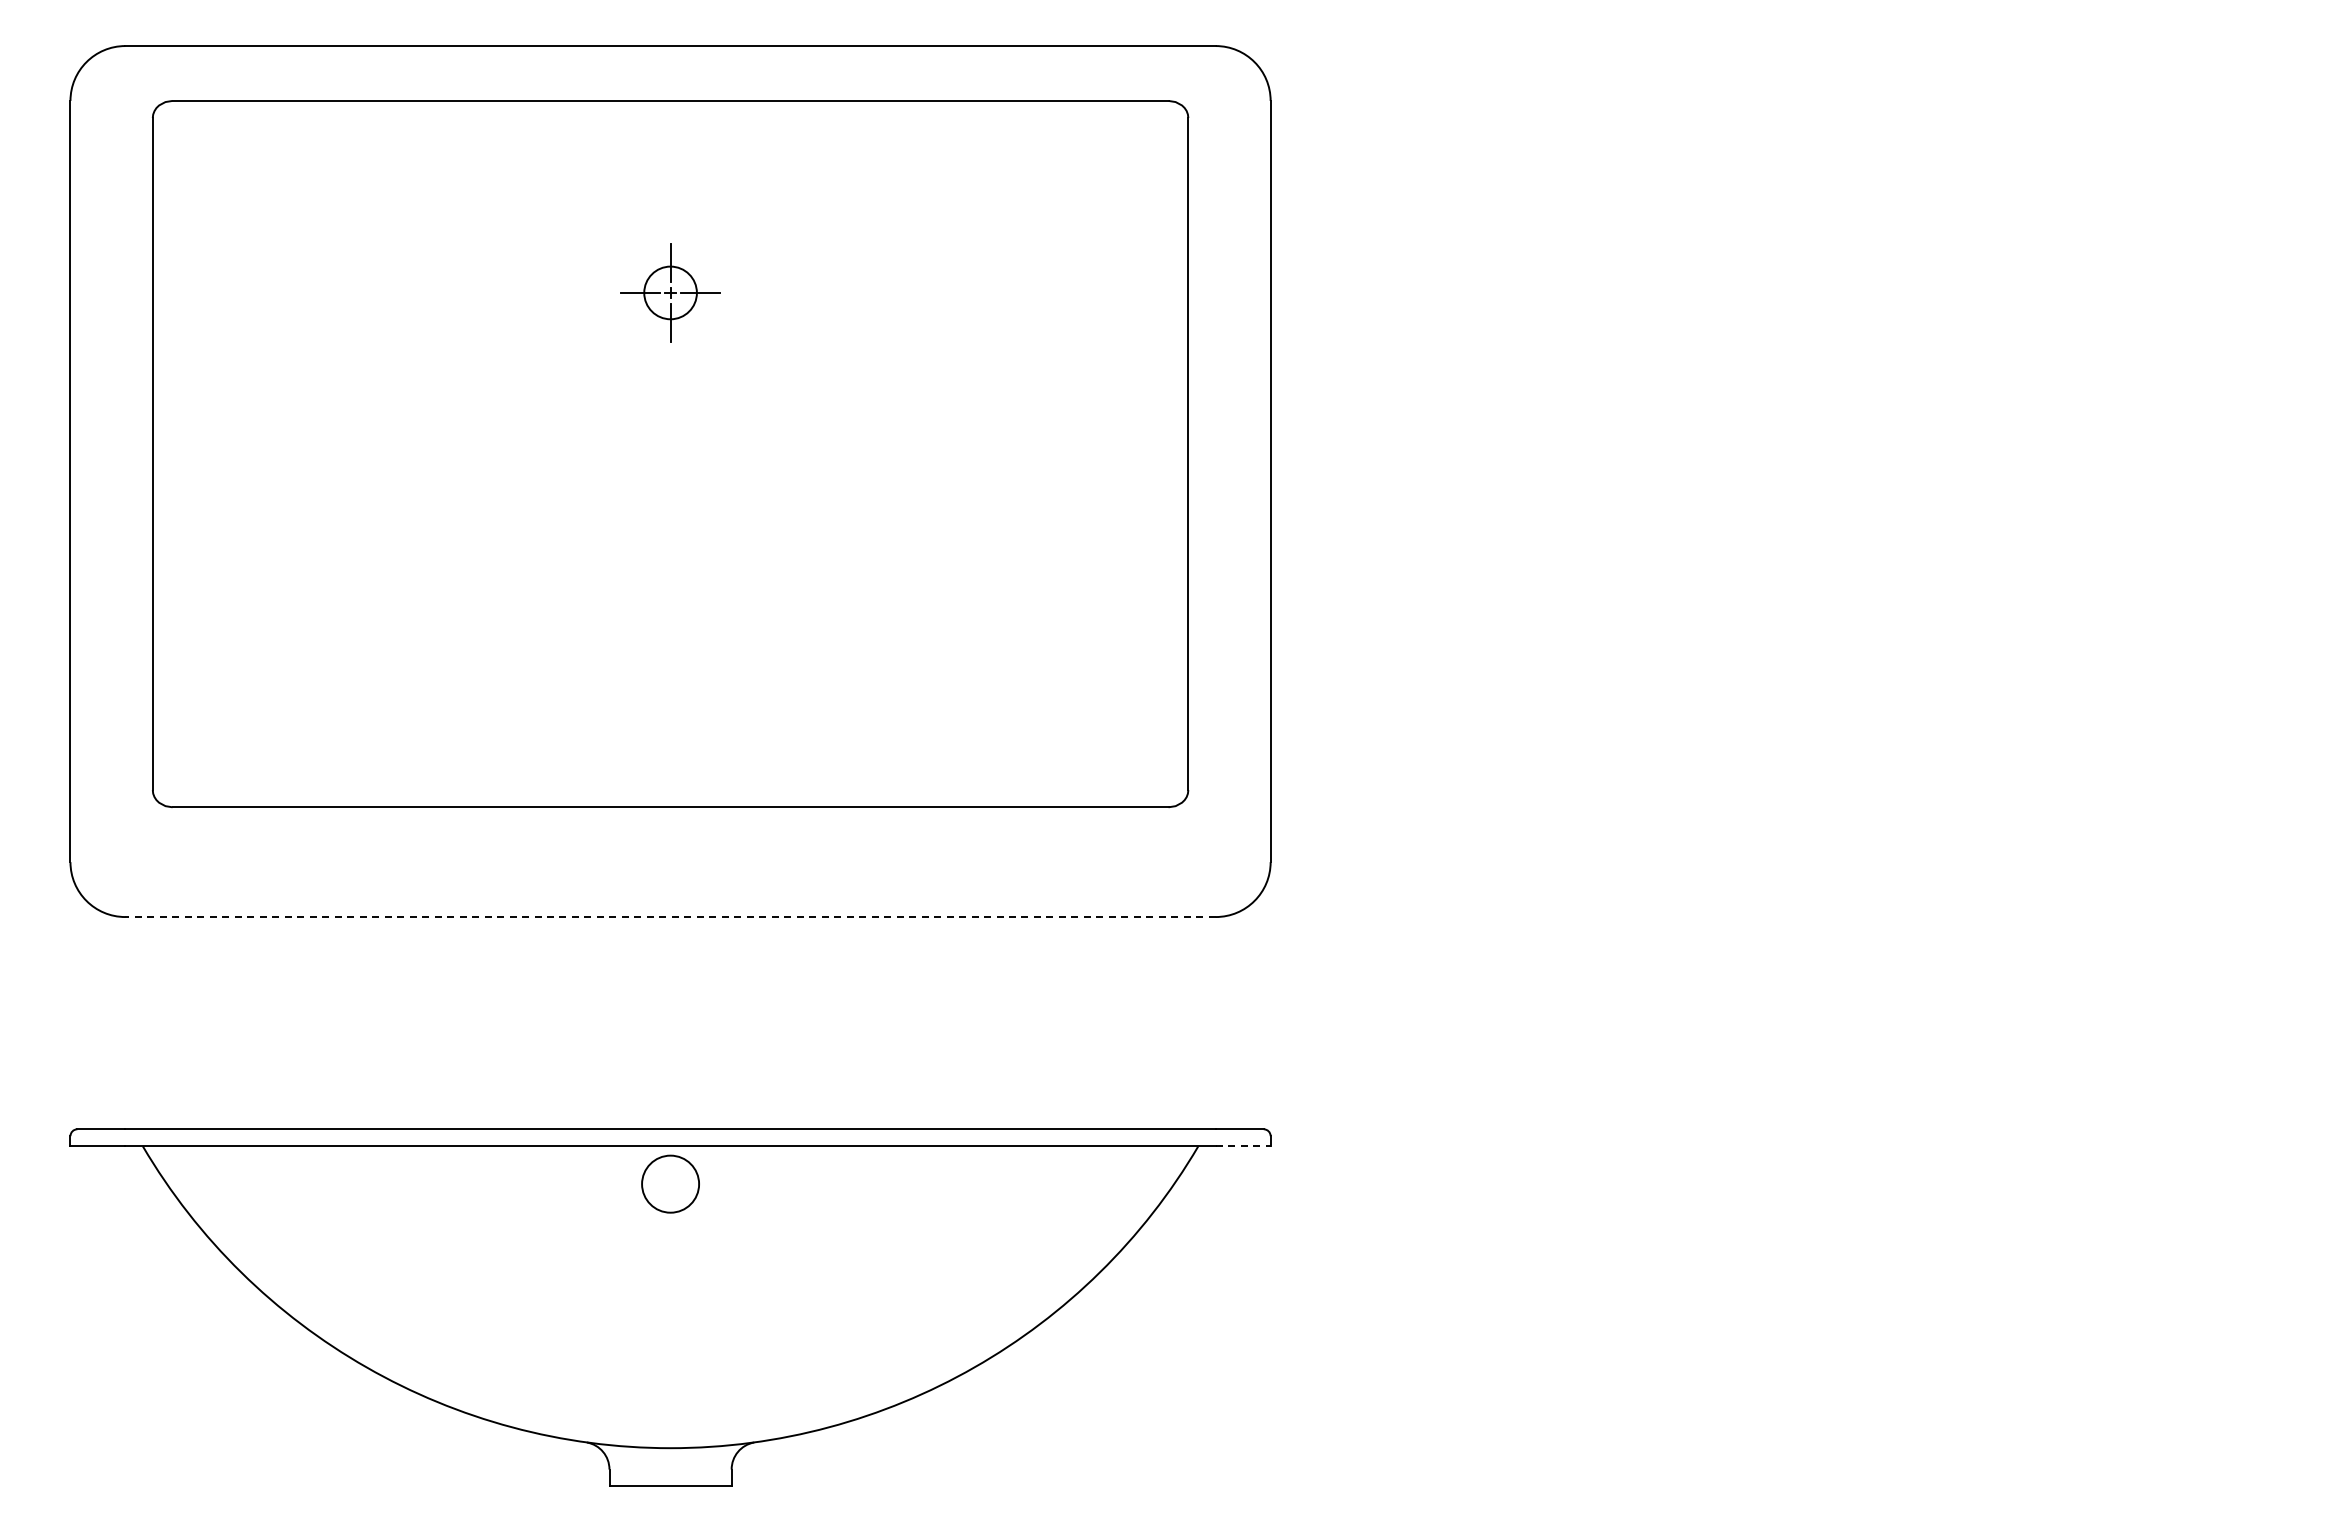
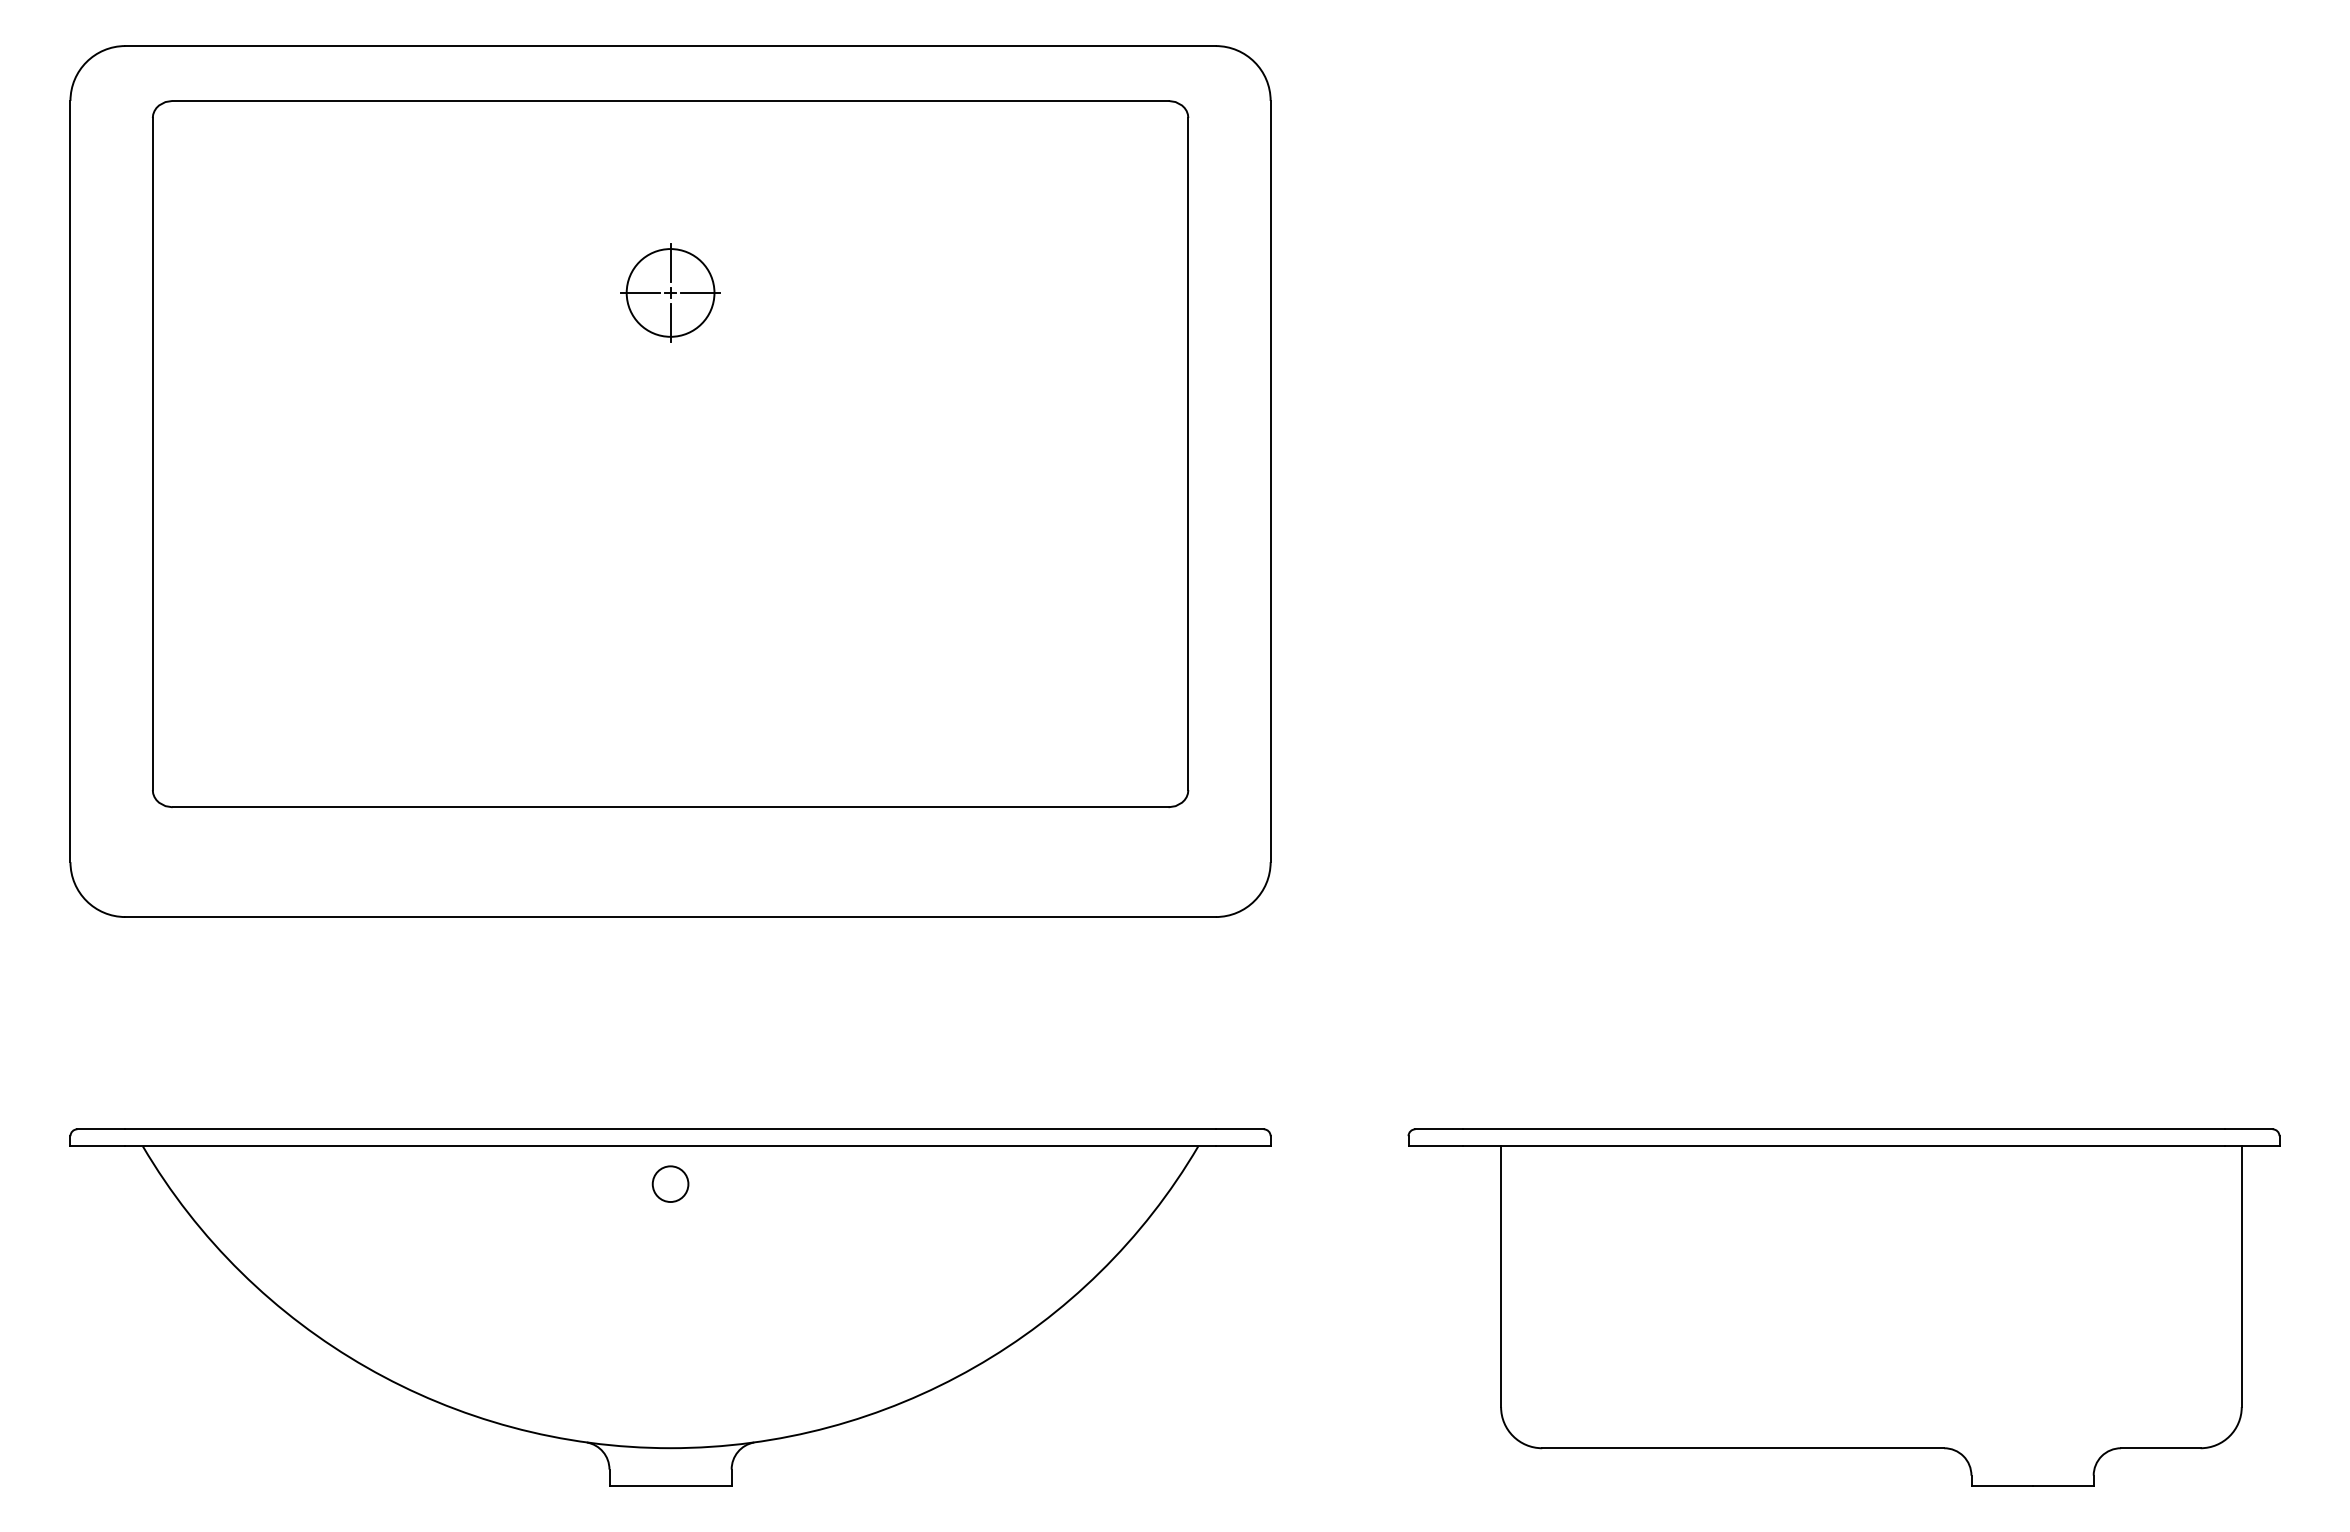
circle at (670, 292) diameter: 53 px -> 88 px
line at (670, 917): dashed -> solid
line at (1243, 1146): dashed -> solid
circle at (670, 1183) diameter: 57 px -> 36 px
part at (1843, 1307): none -> present
